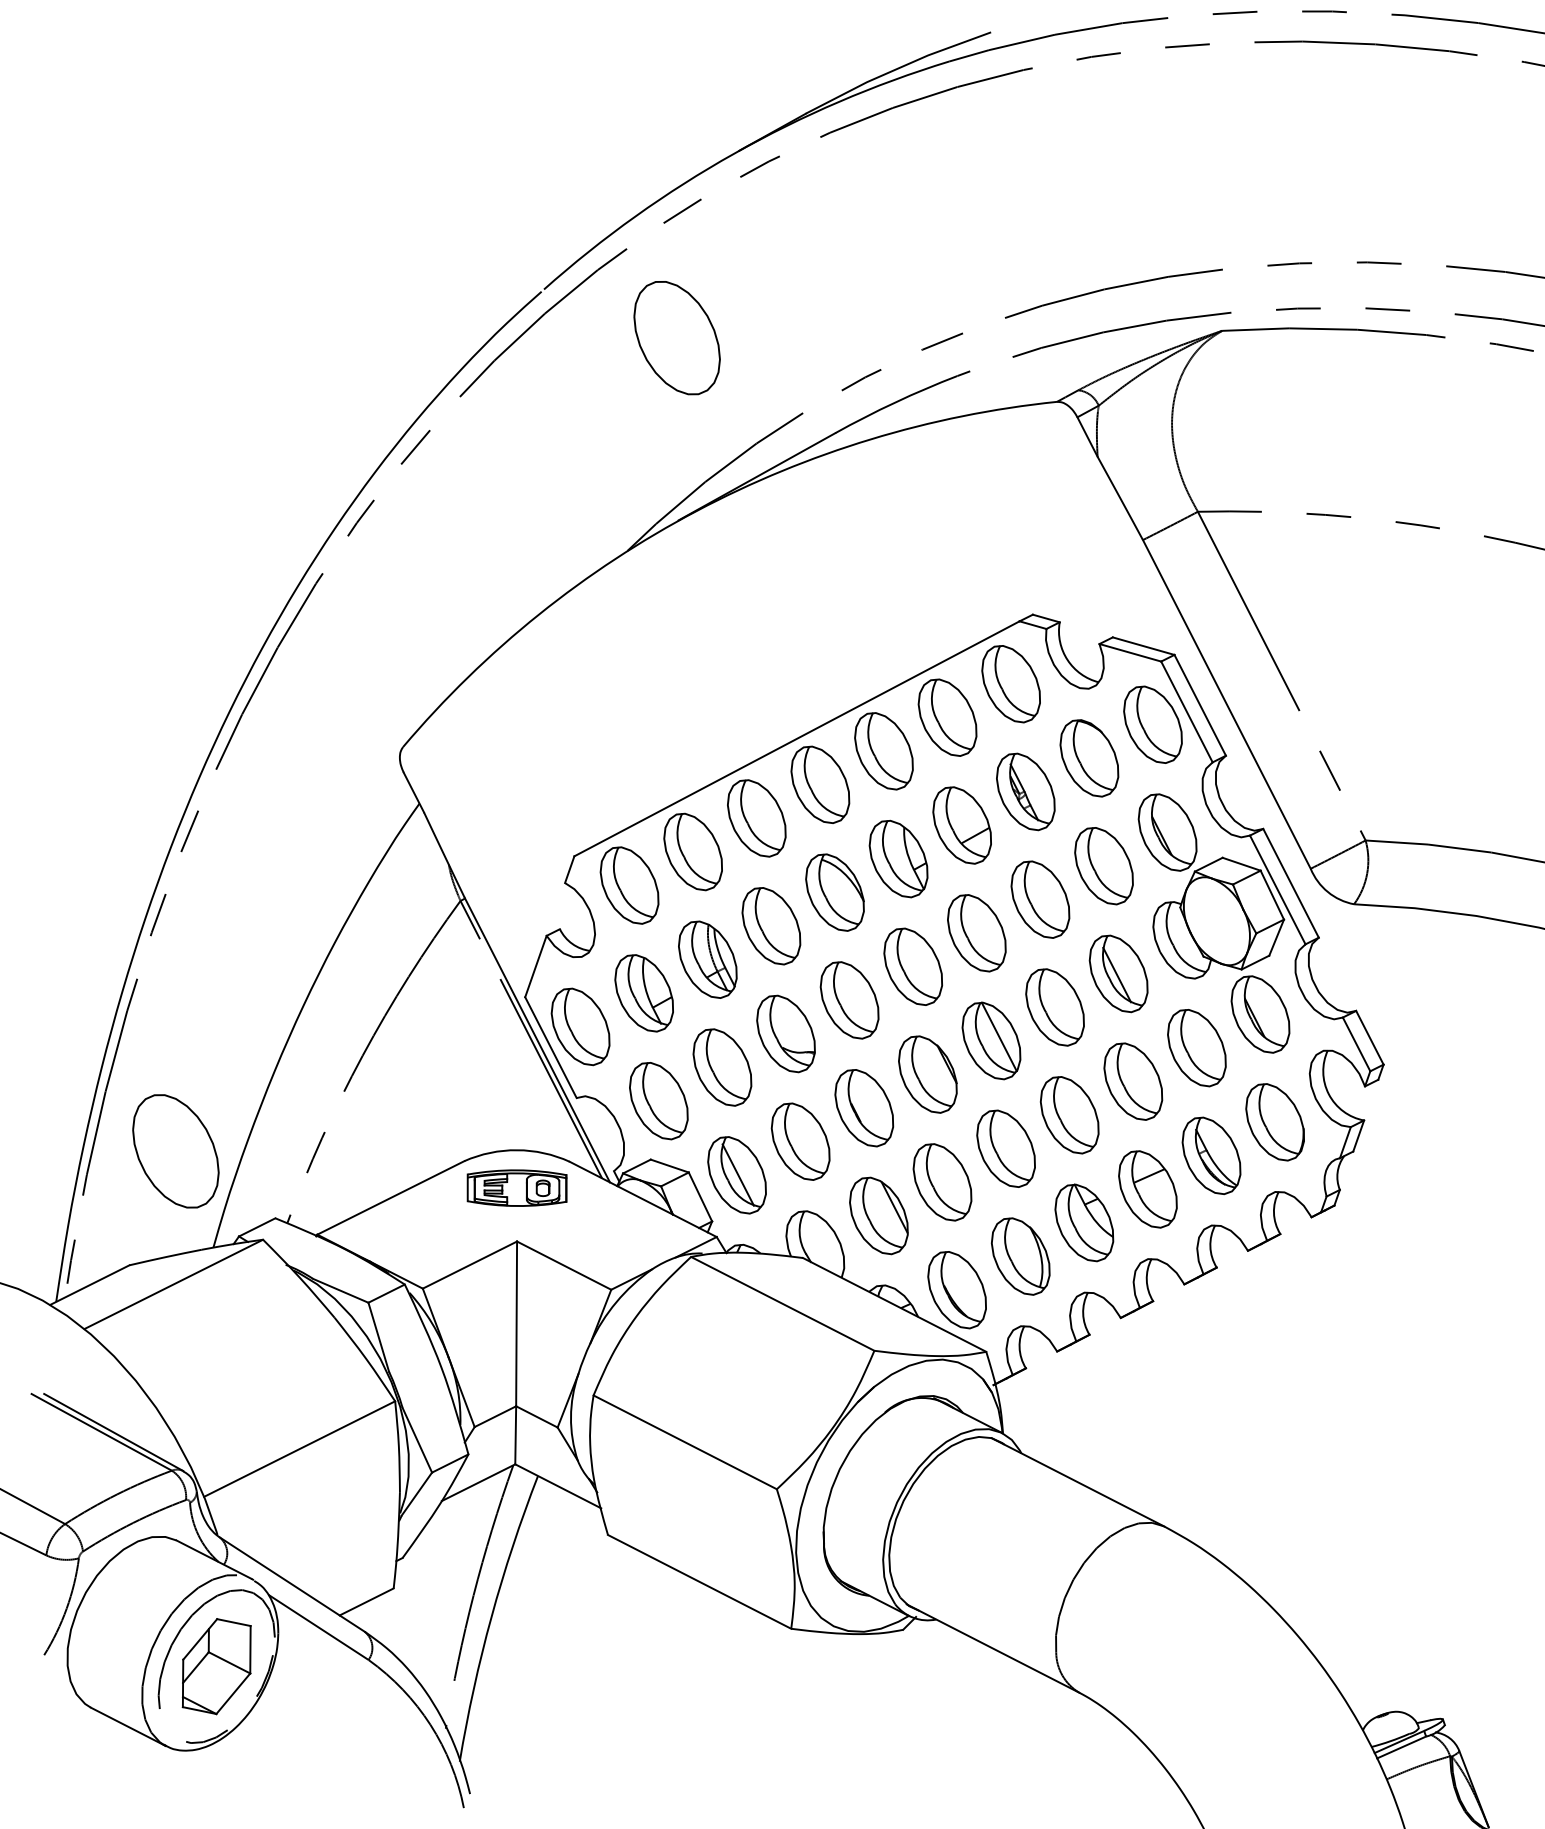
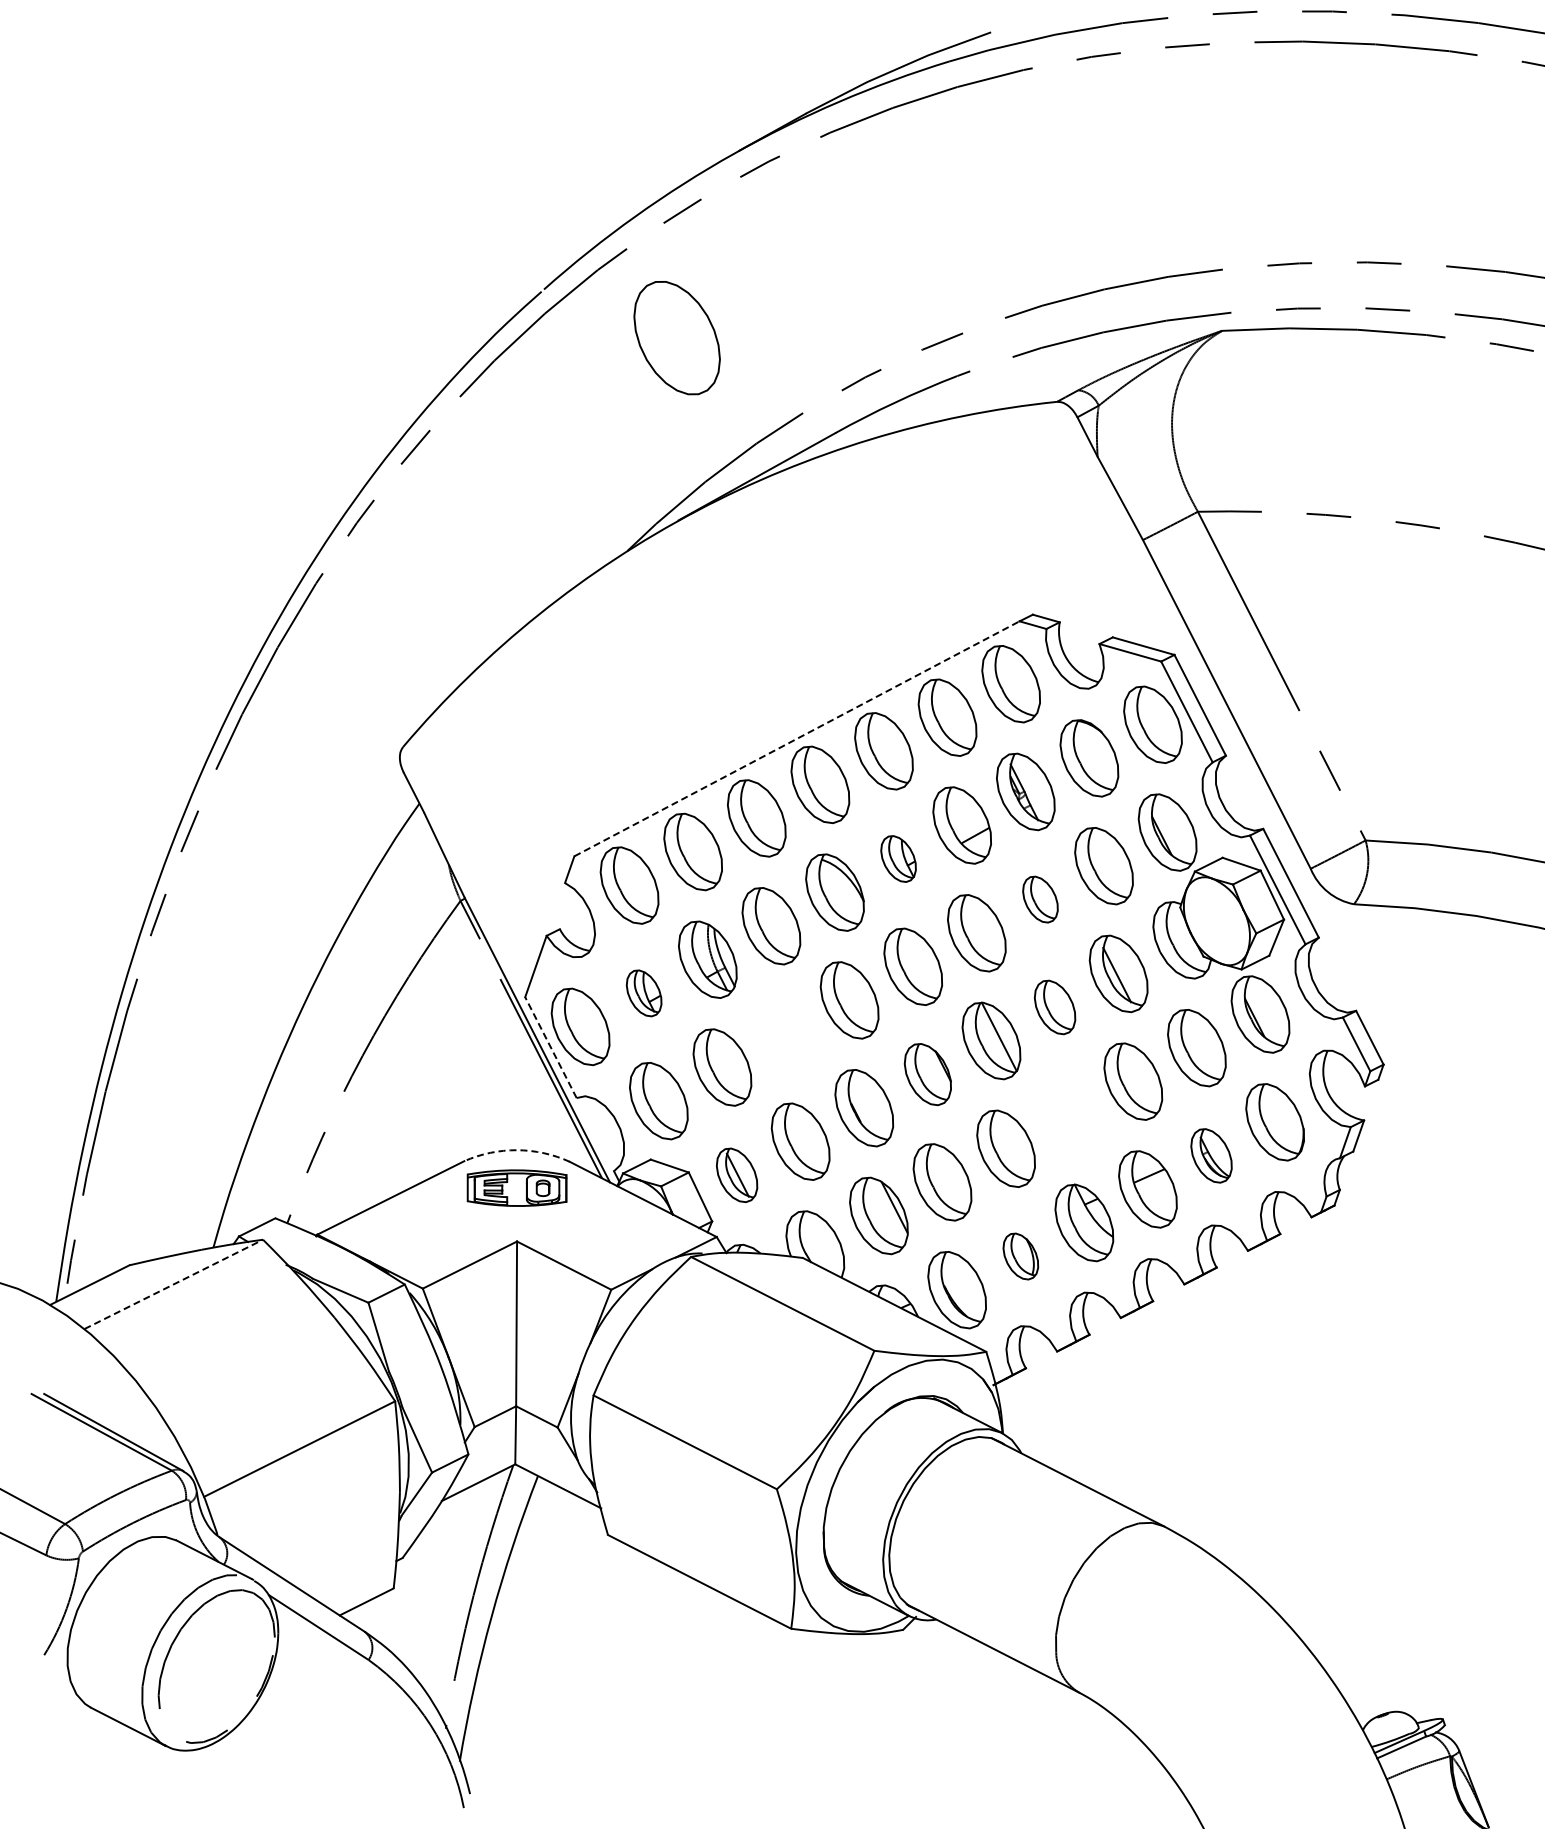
line at (796, 738): solid -> dashed
part at (898, 858) size: 61x80 px -> 37x48 px
part at (1040, 899) size: 61x79 px -> 37x49 px
part at (643, 993) size: 60x79 px -> 38x49 px
part at (1054, 1007) size: 60x79 px -> 43x57 px
part at (785, 1033): present -> none
line at (550, 1047): solid -> dashed
part at (927, 1074) size: 60x79 px -> 49x64 px
part at (1069, 1115): present -> none
arc at (517, 1150): solid -> dashed
part at (175, 1151): present -> none
part at (1211, 1155) size: 61x80 px -> 43x56 px
part at (736, 1175) size: 60x79 px -> 43x56 px
part at (1020, 1256) size: 60x79 px -> 38x49 px
line at (173, 1284): solid -> dashed
part at (216, 1666): present -> none
